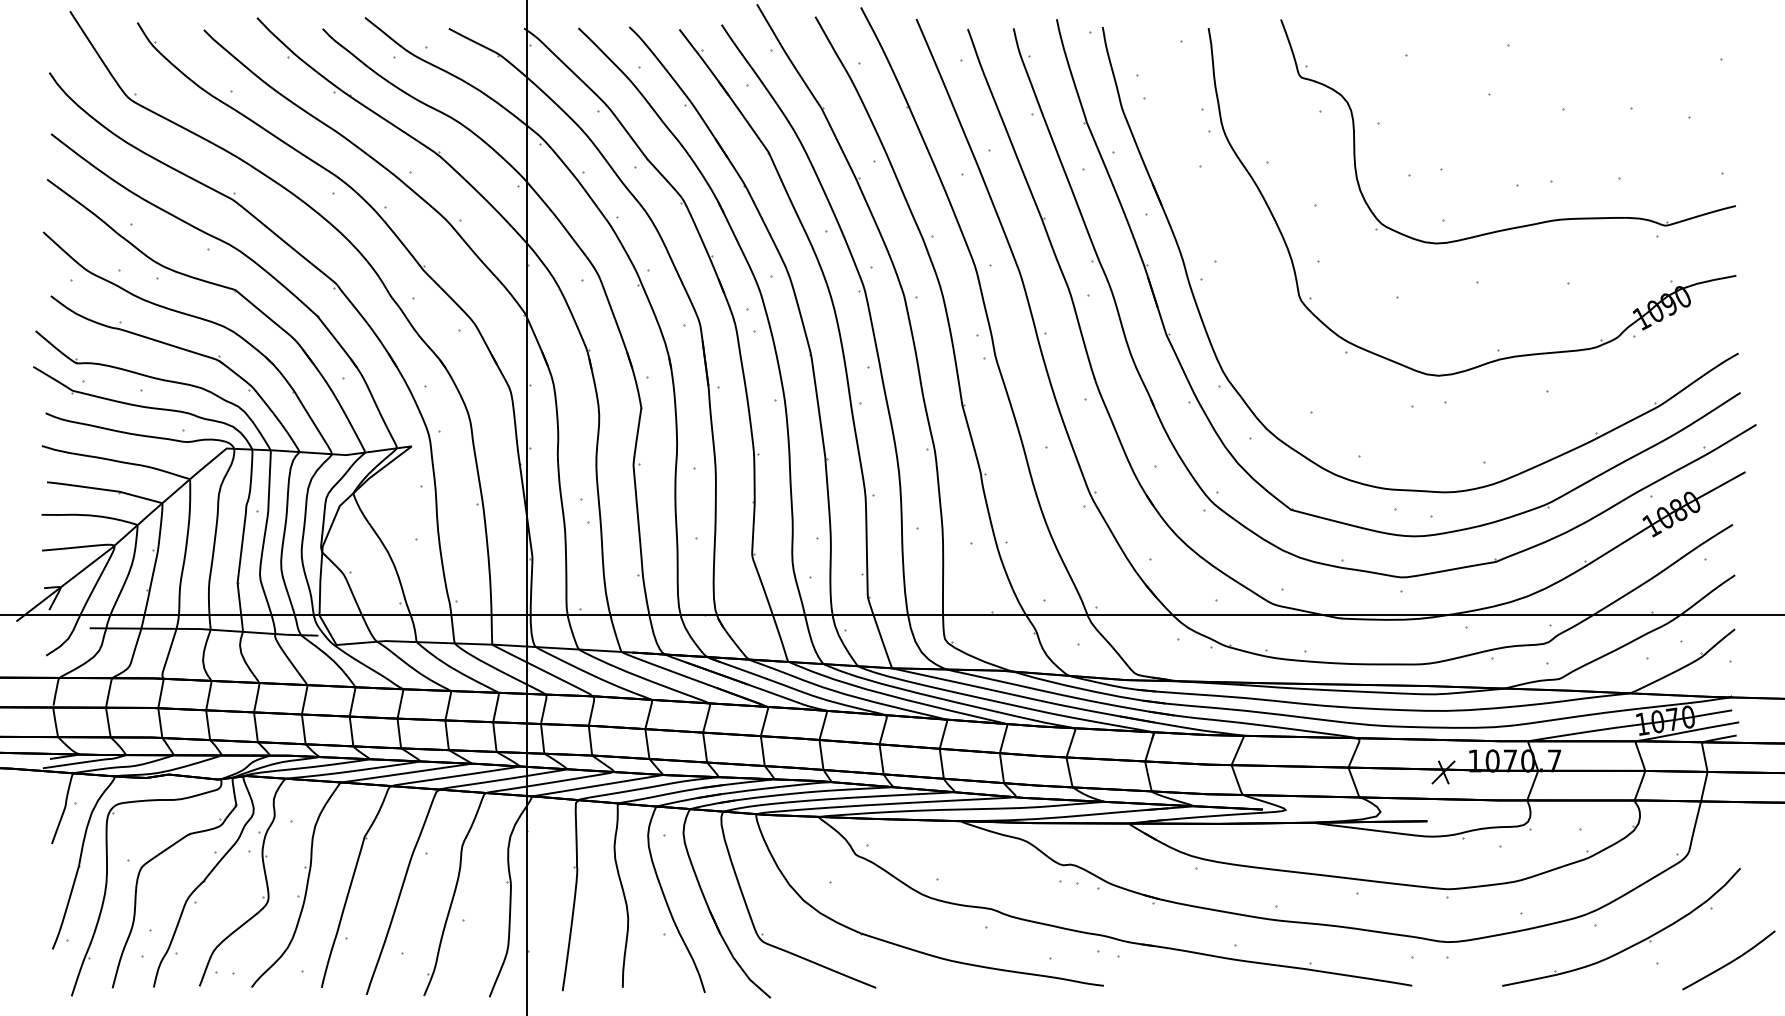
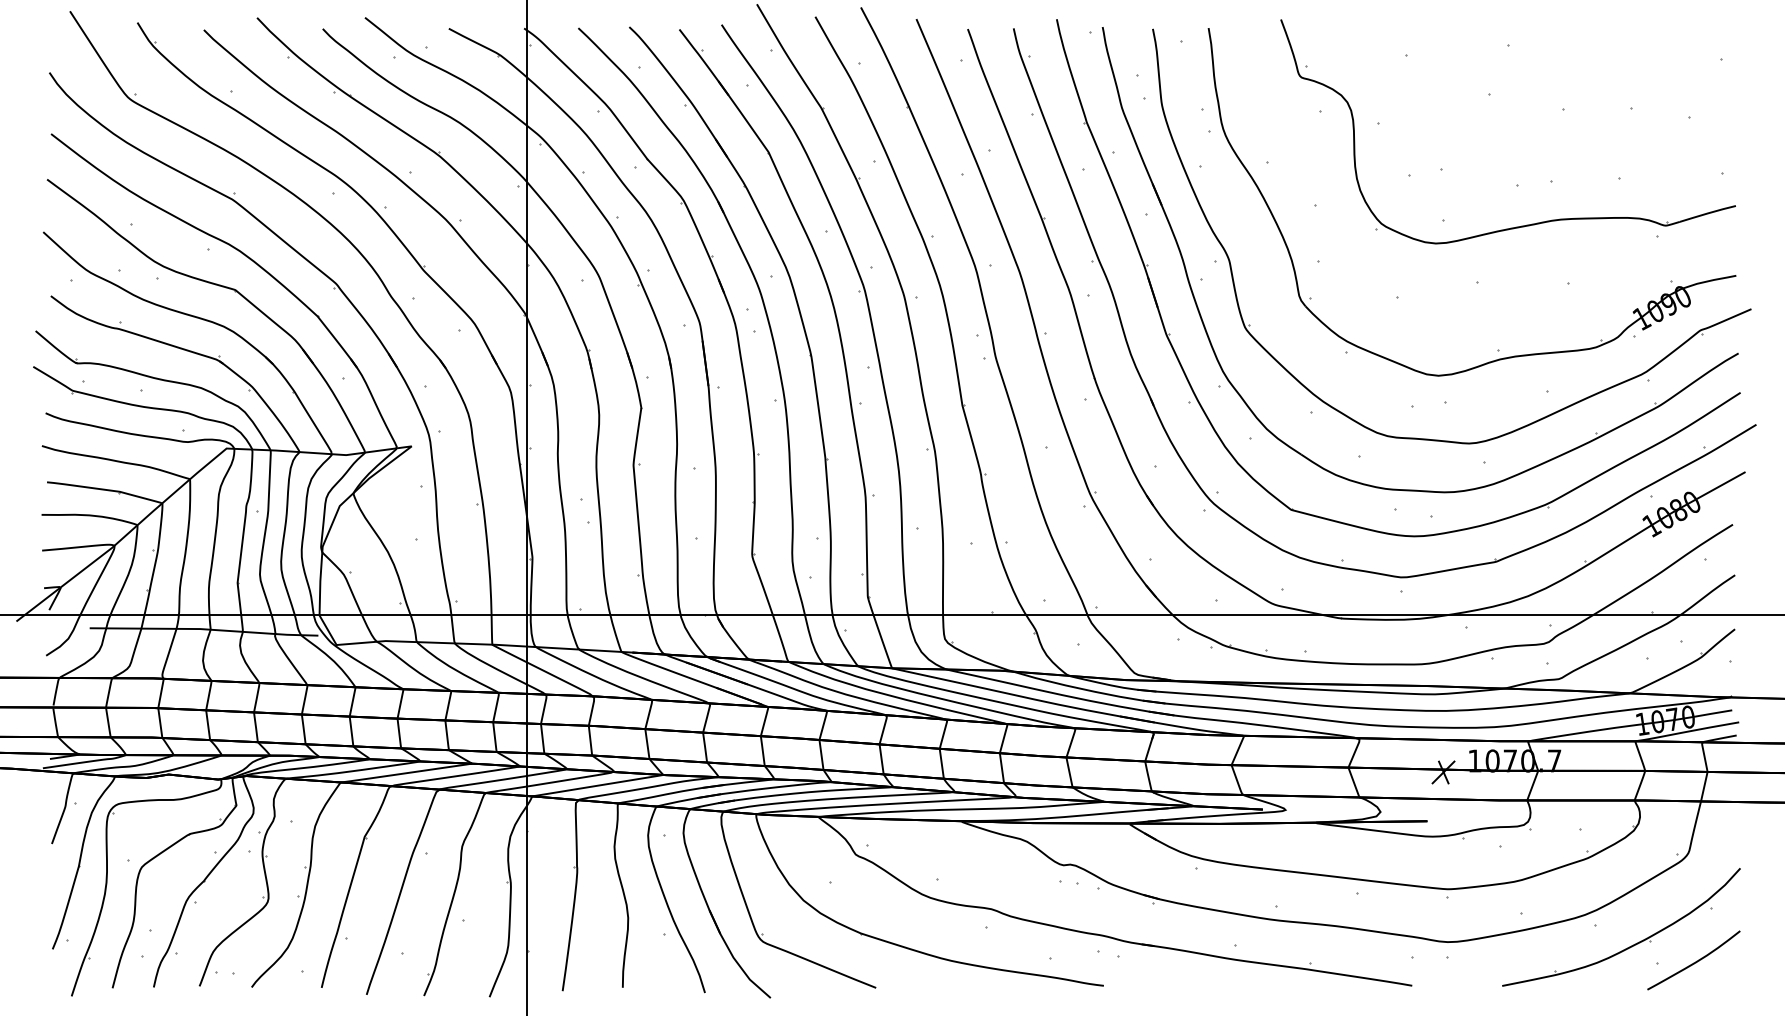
part at (1535, 420): none -> present
curve at (1728, 962) position: (1728, 962) -> (1693, 962)
